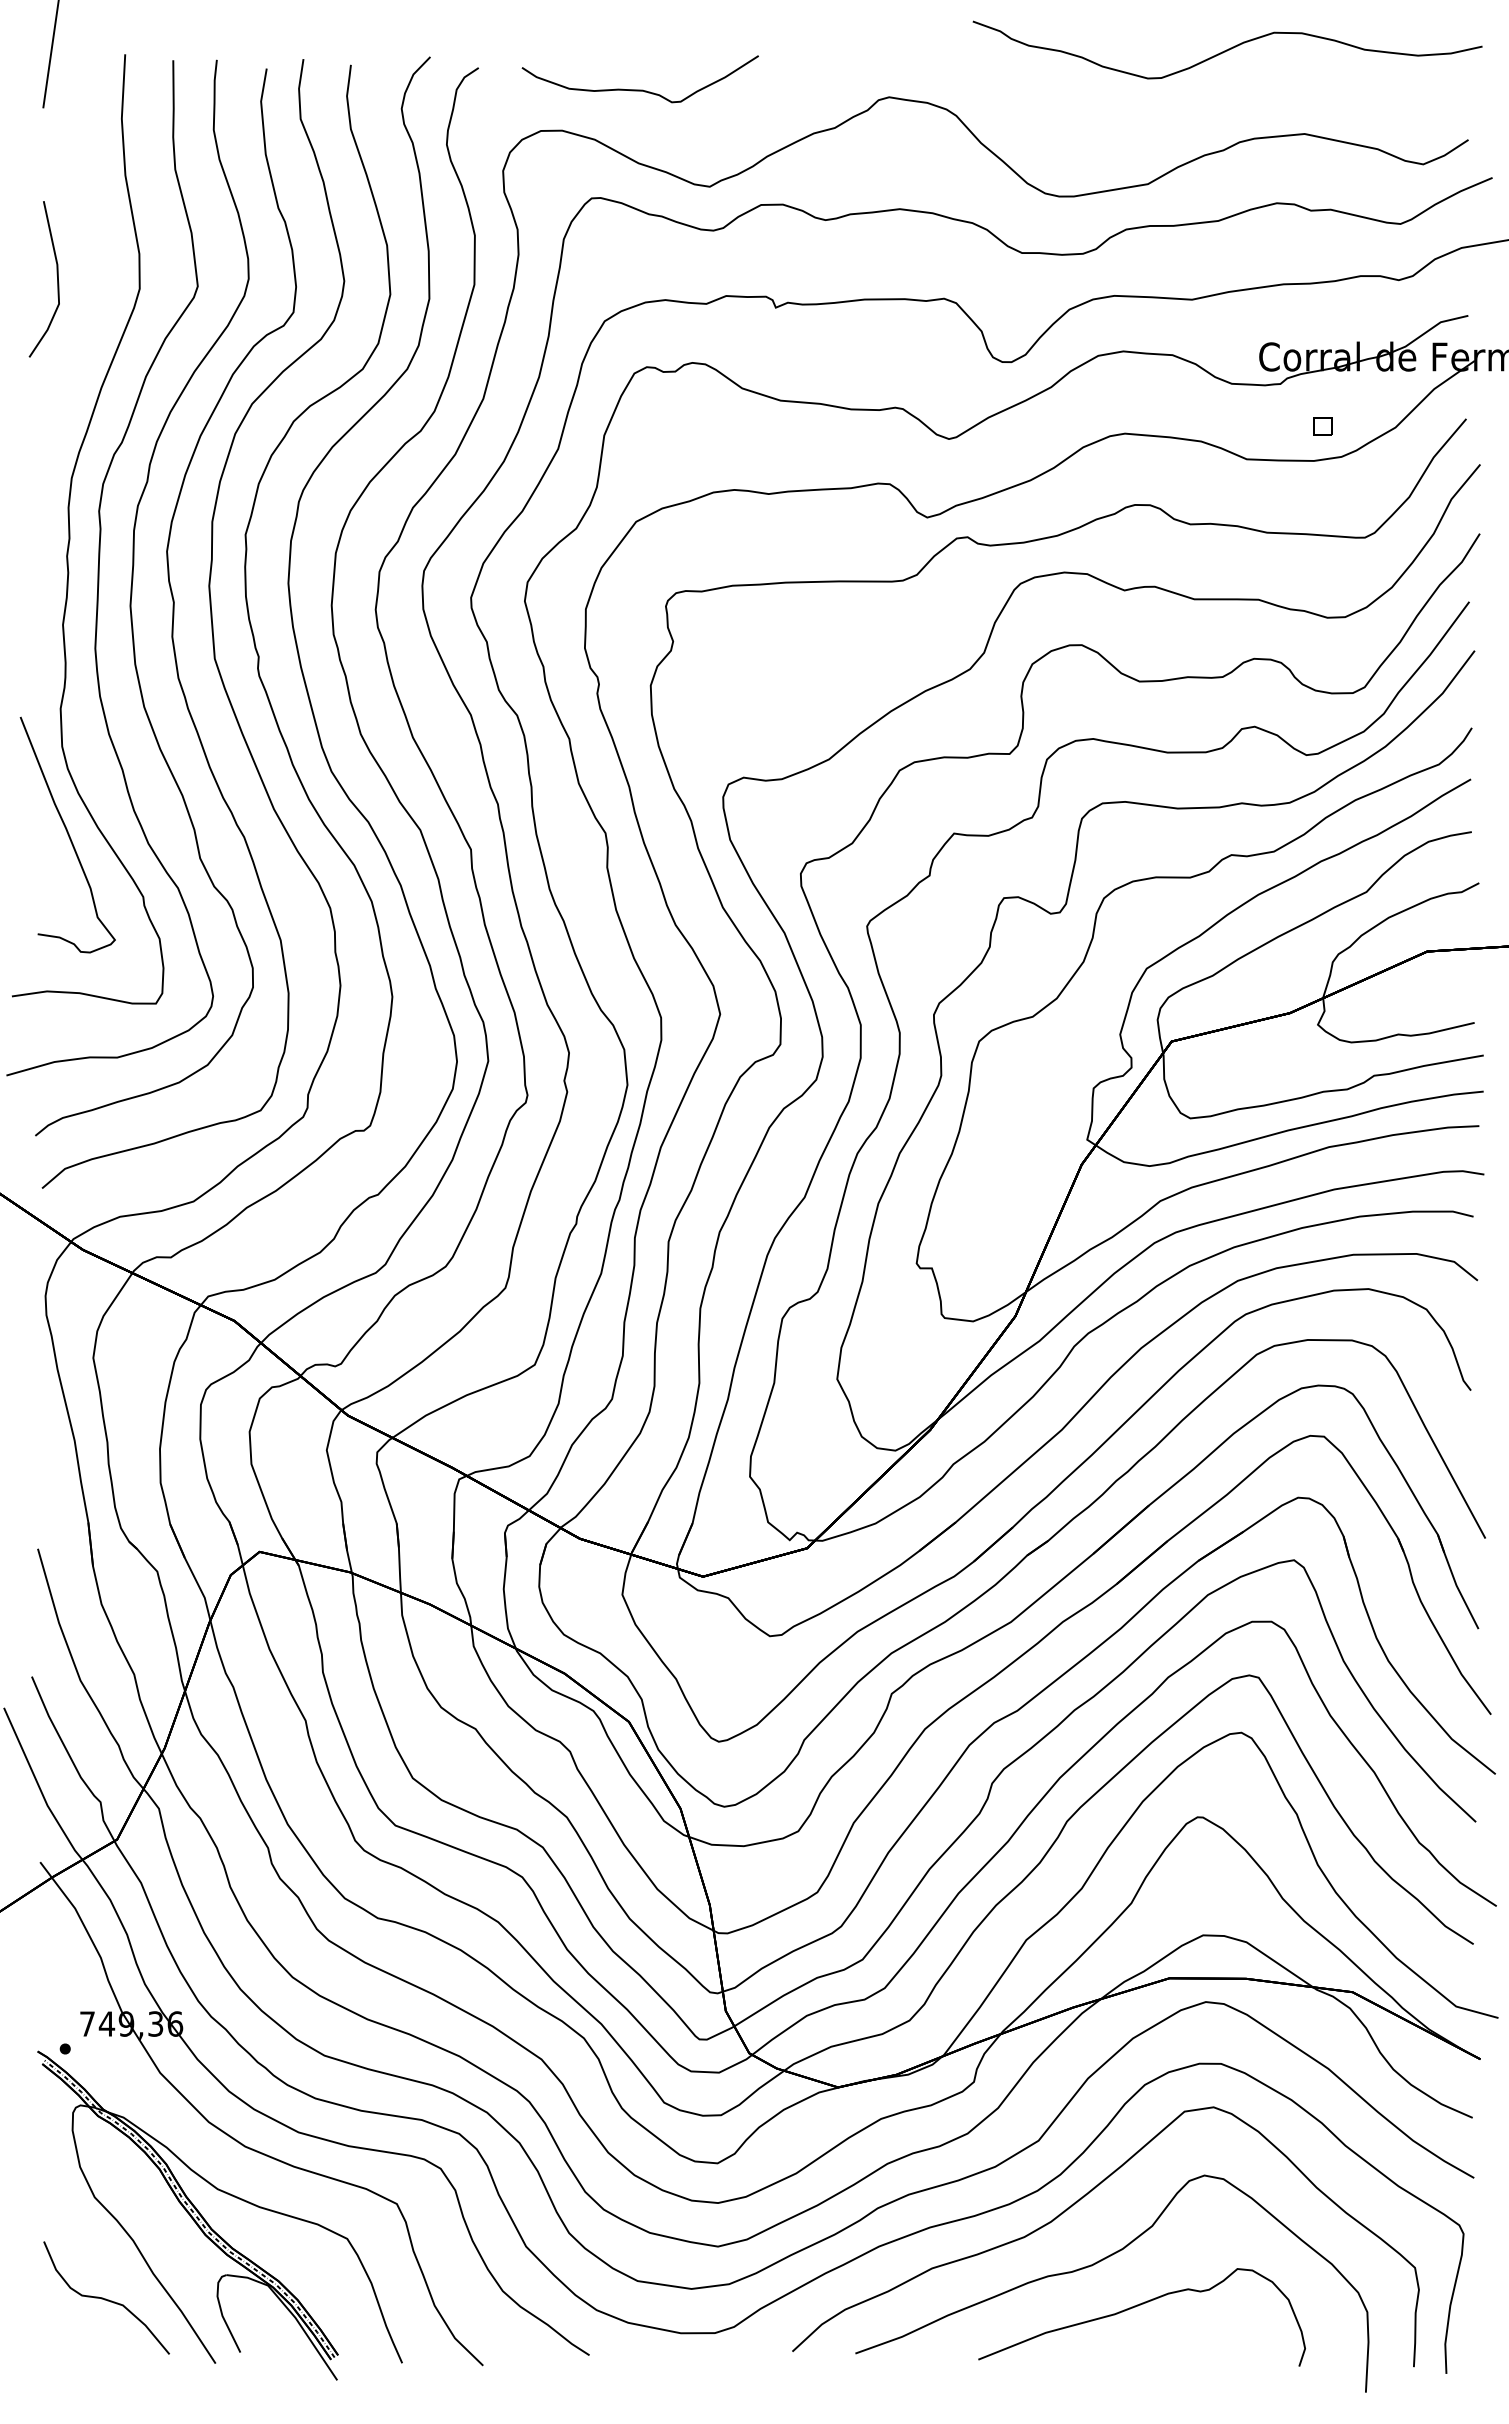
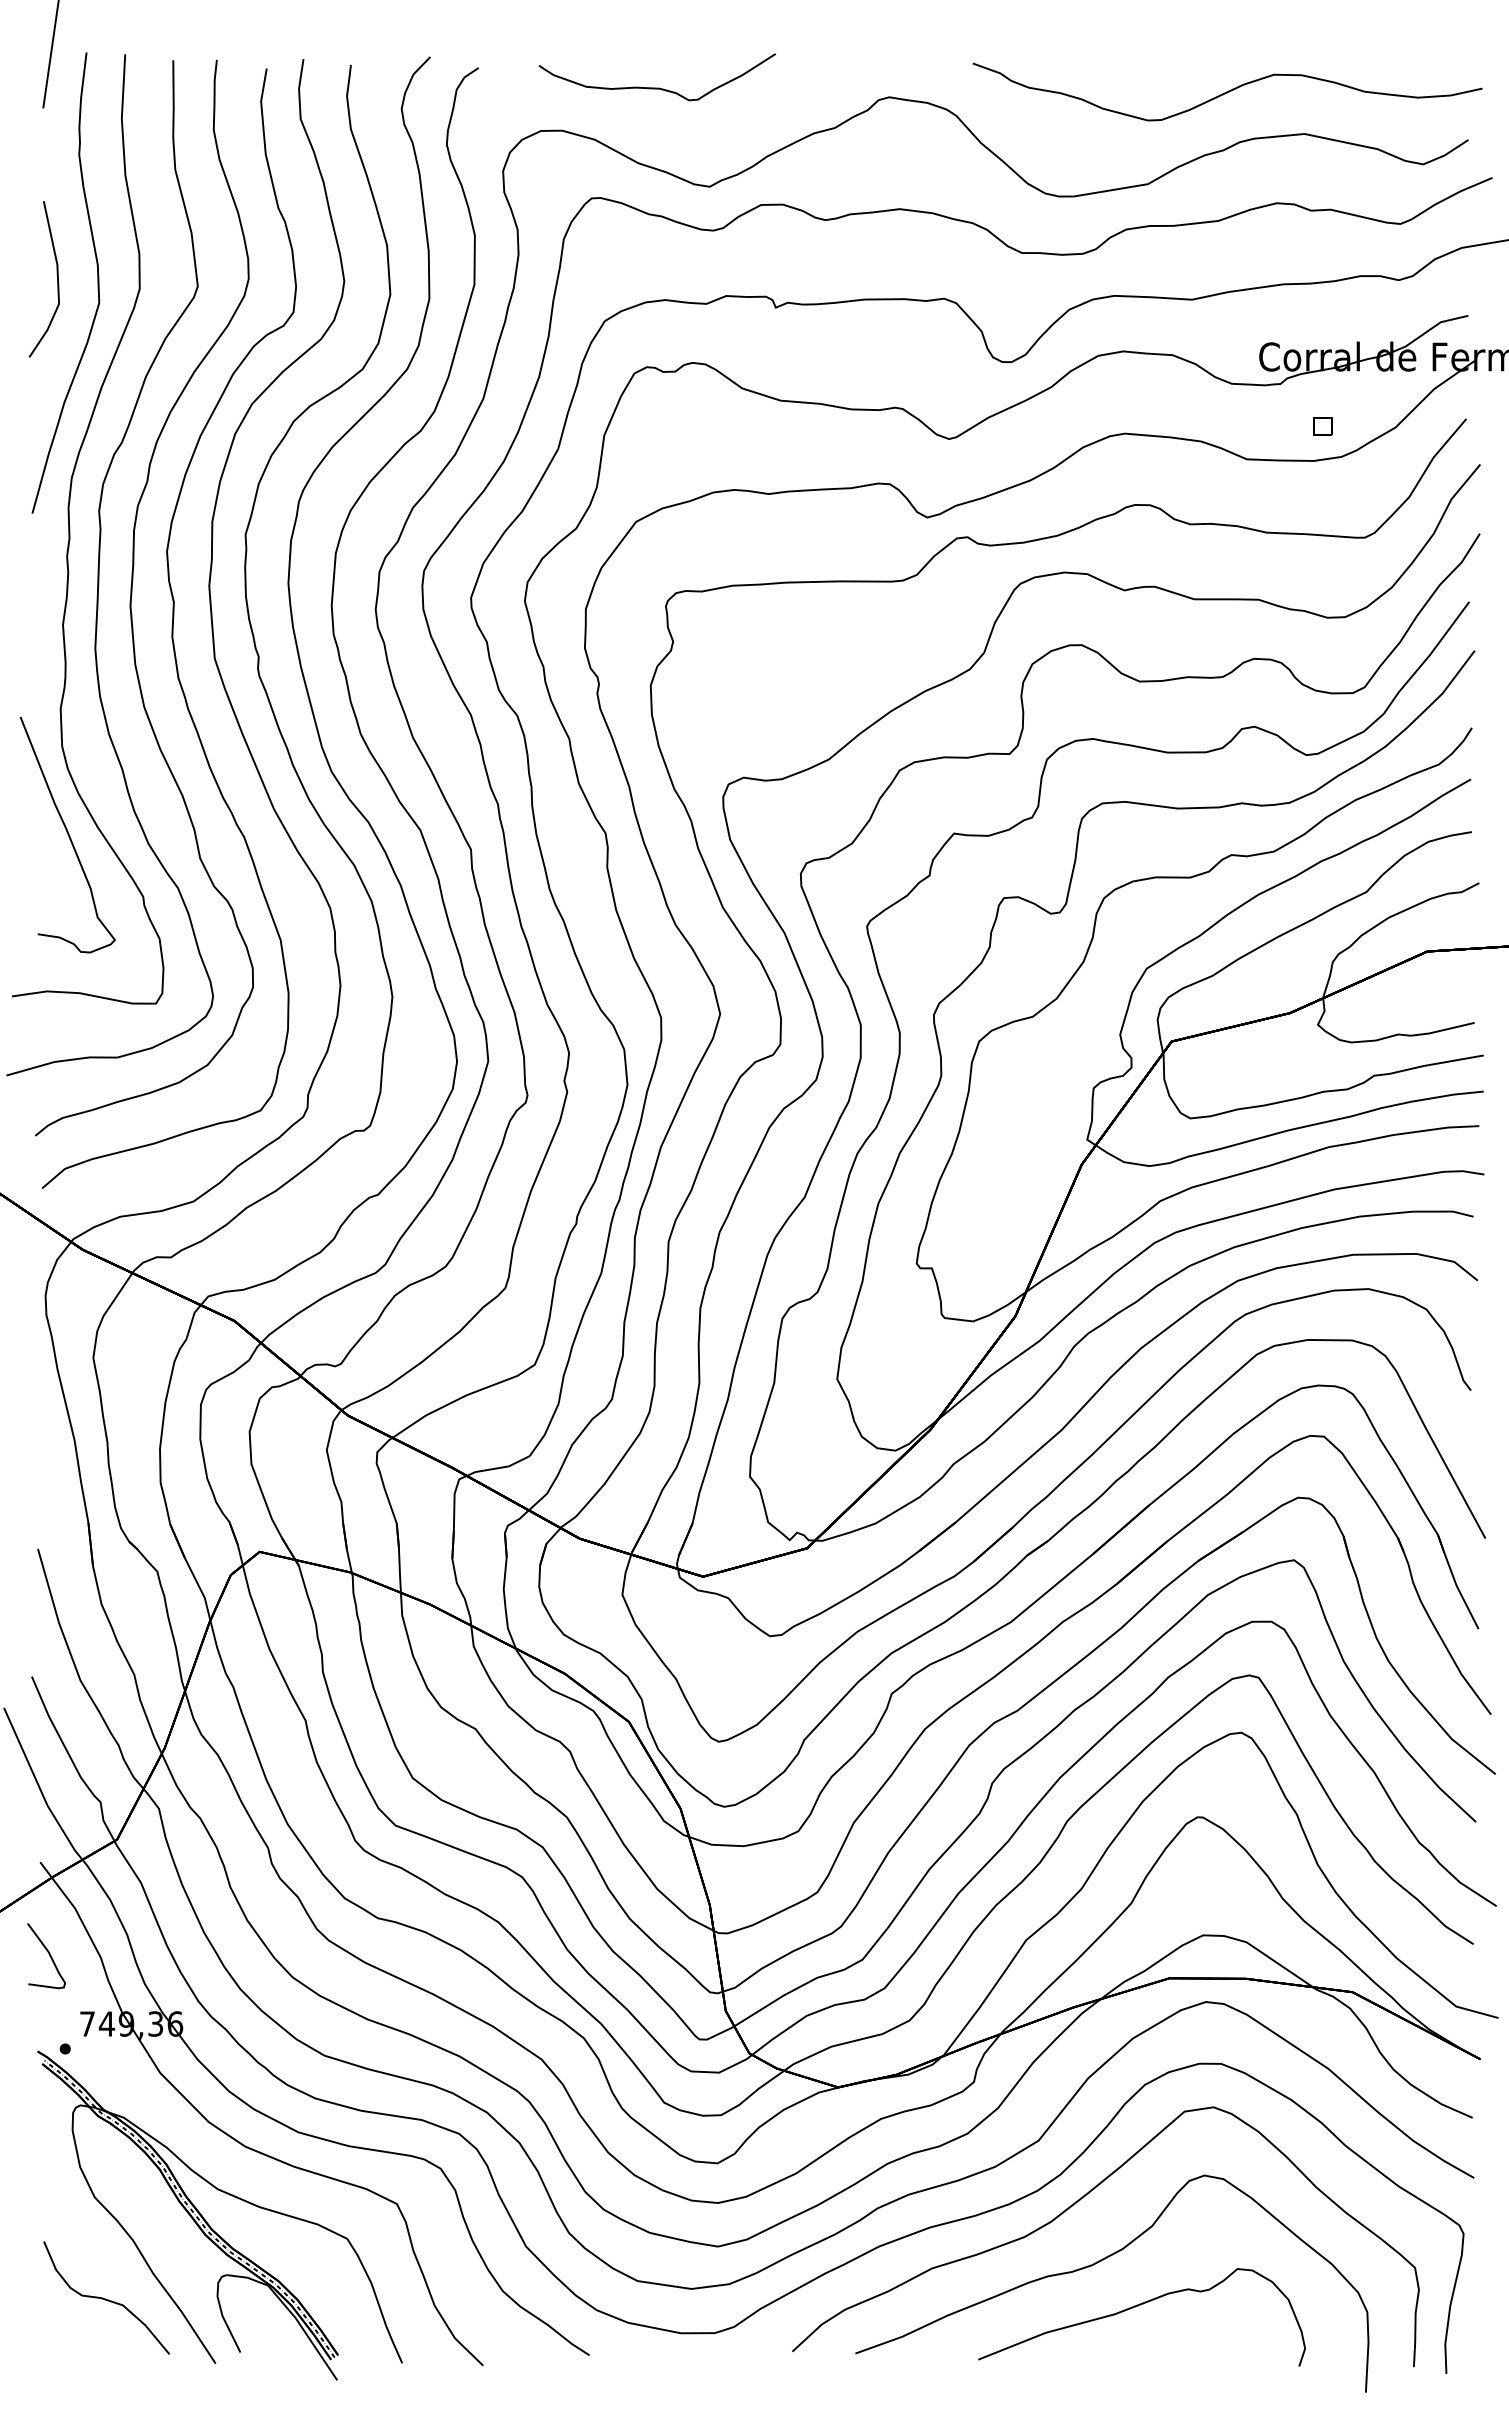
curve at (1227, 49) position: (1227, 49) -> (1227, 91)
curve at (639, 89) position: (639, 89) -> (656, 87)
curve at (97, 282): none -> present
curve at (48, 1954): none -> present
